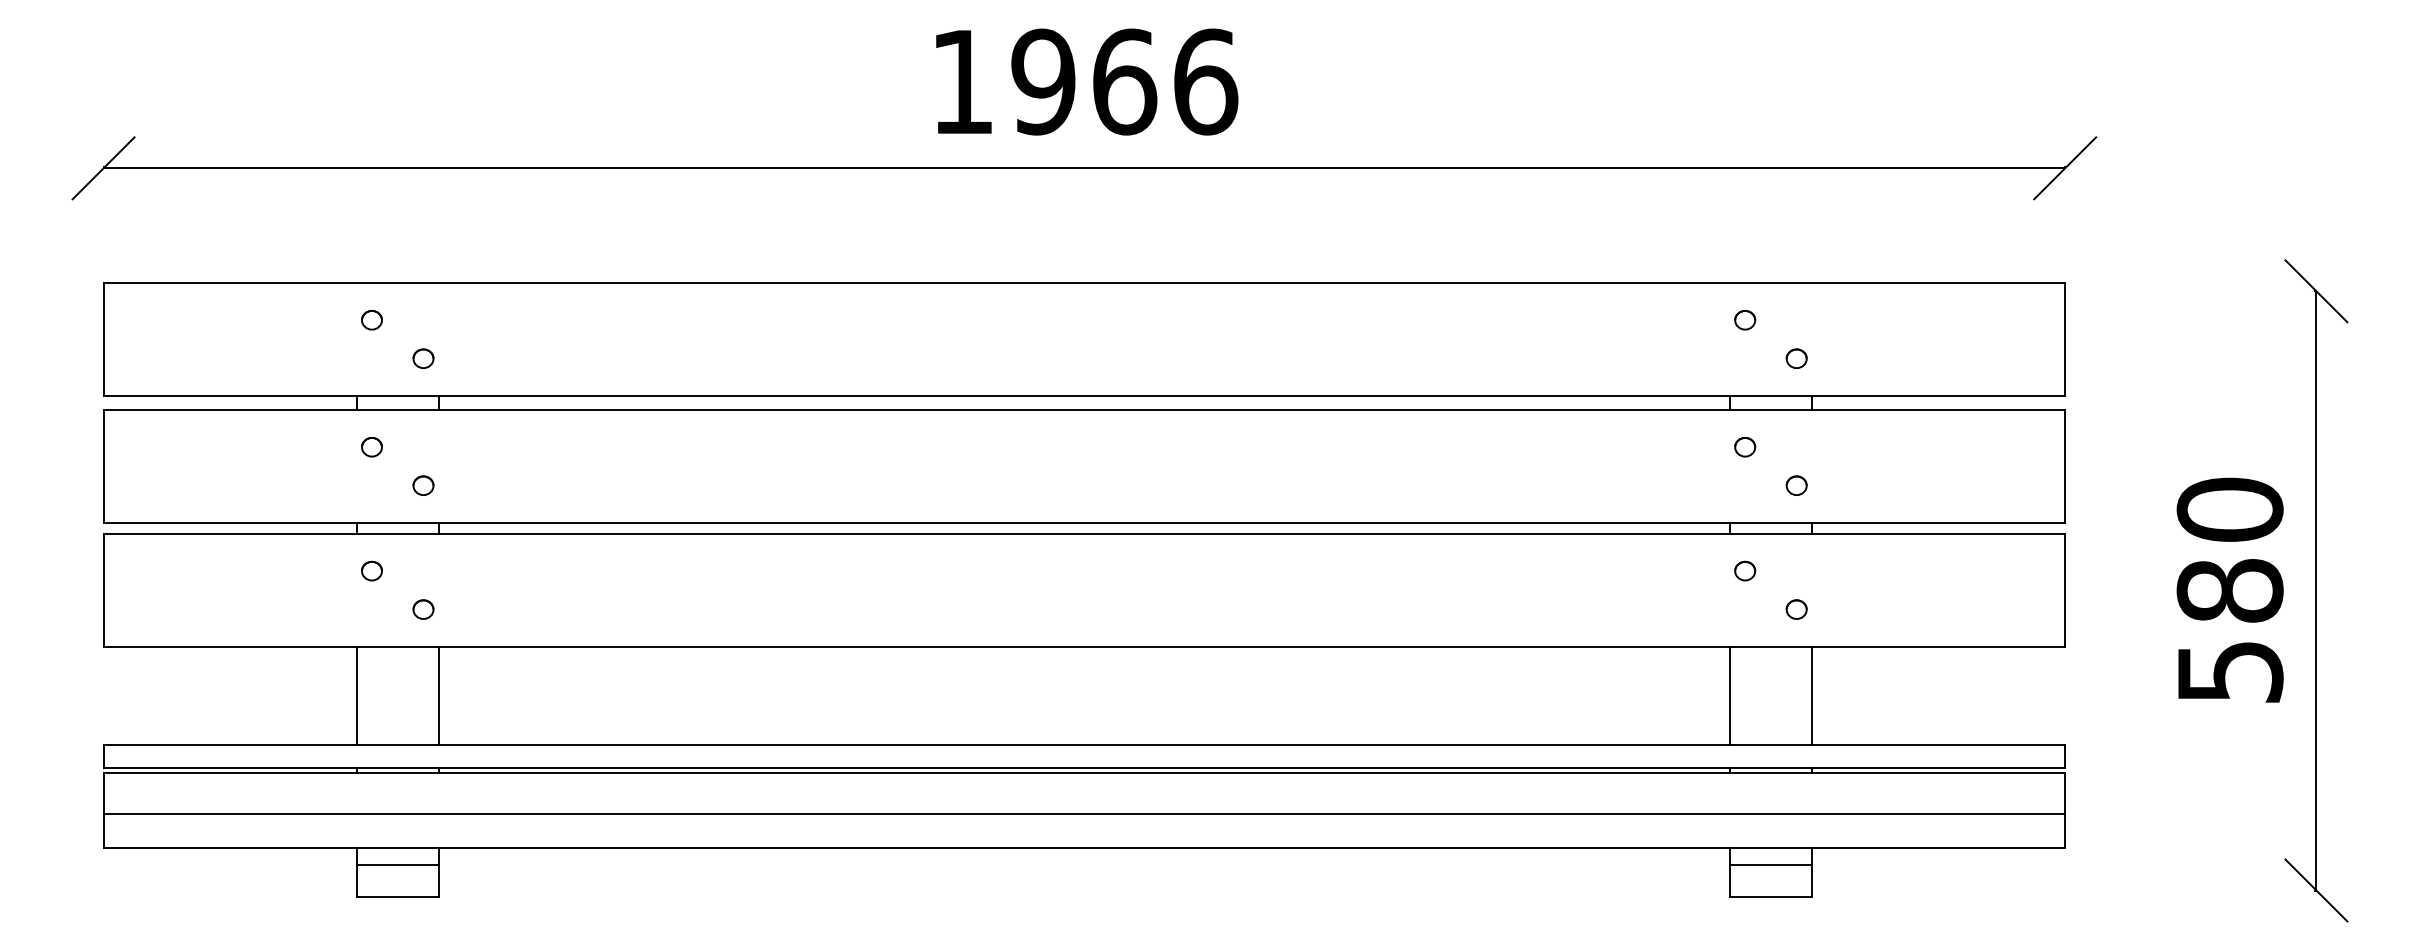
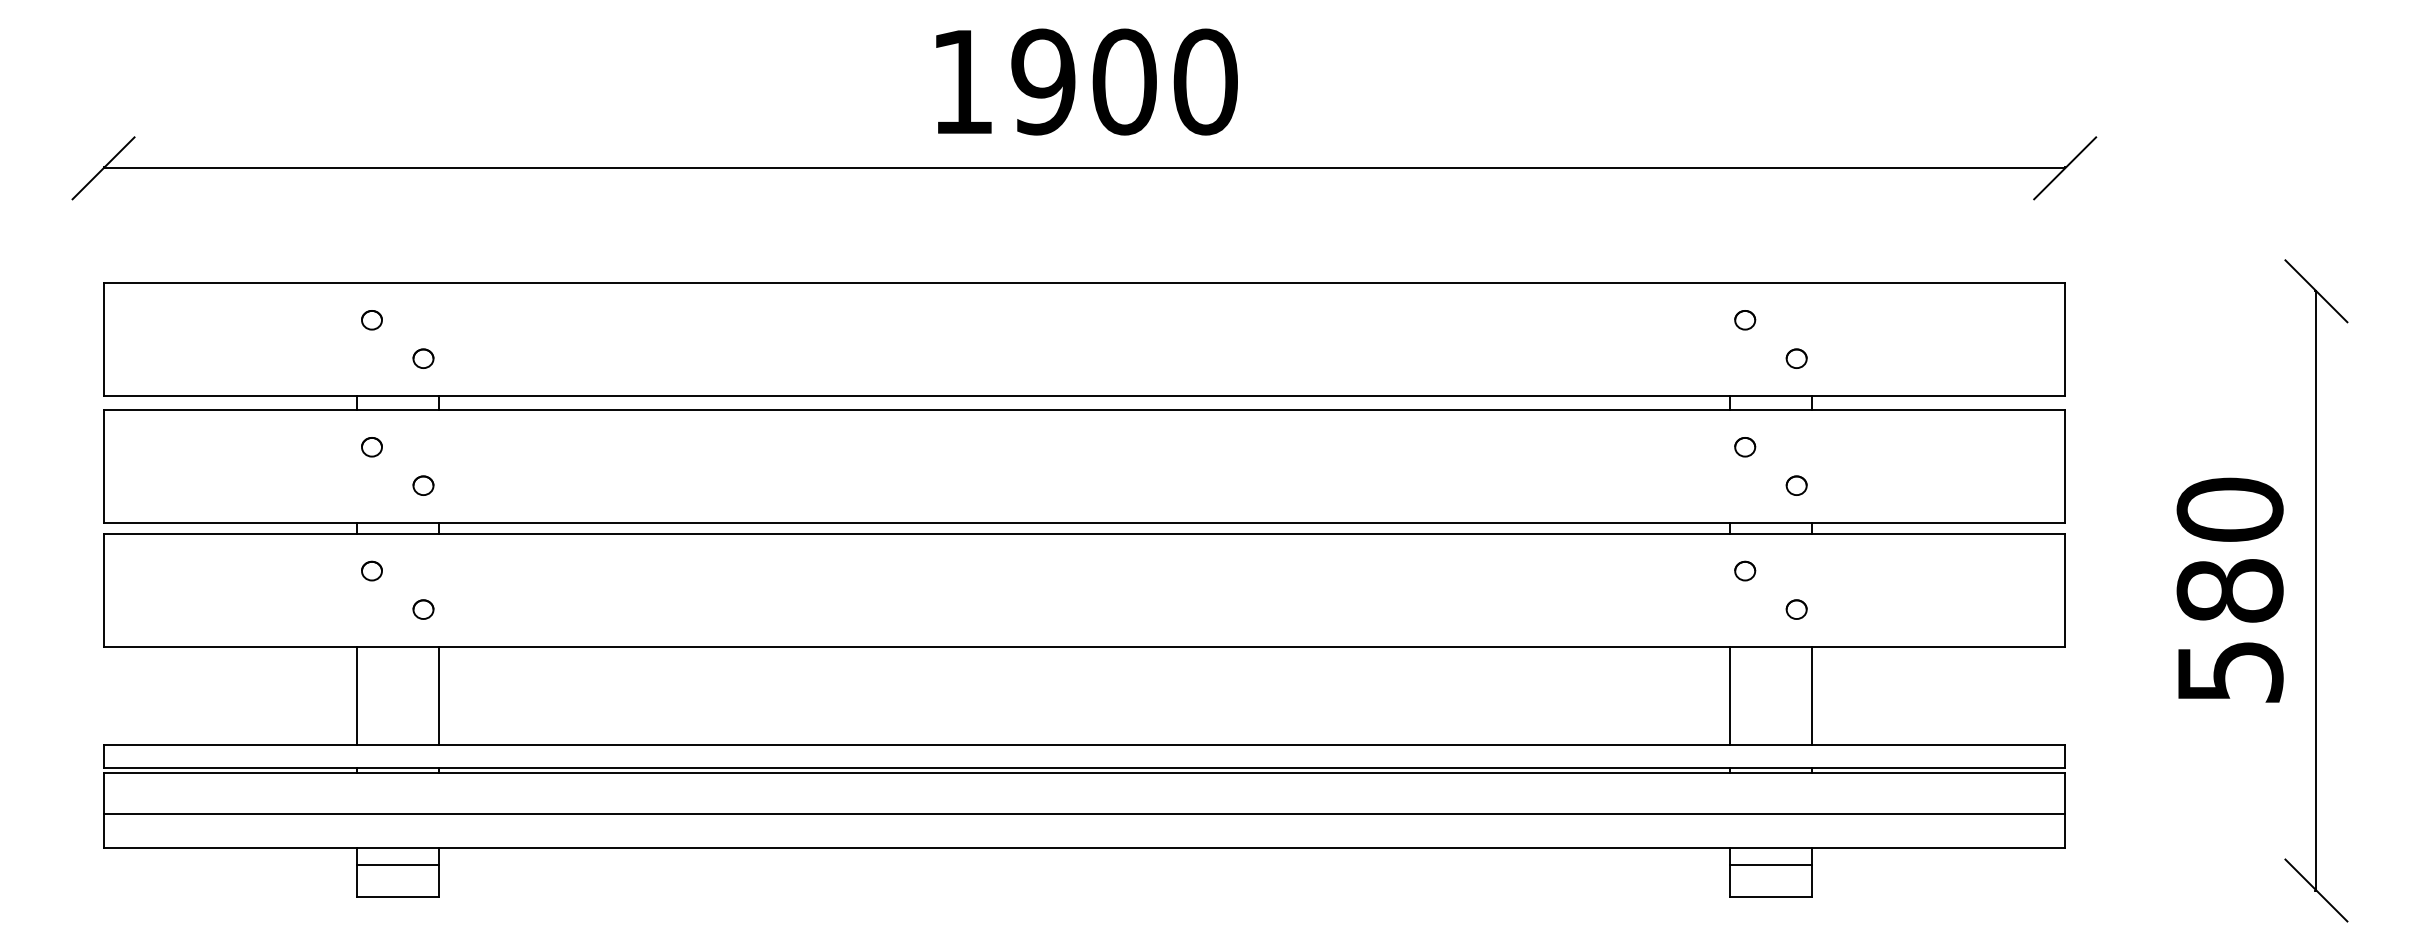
text at (1165, 81): 1966 -> 1900
